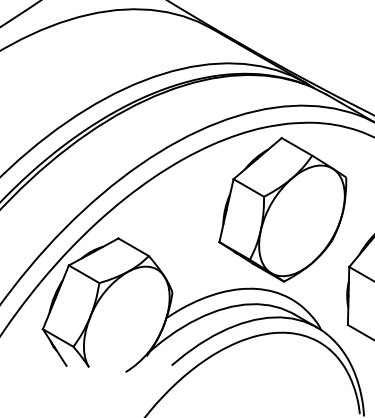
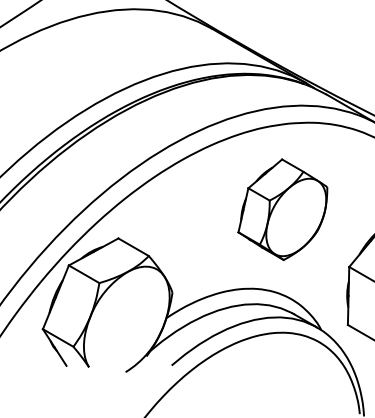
part at (282, 209) size: 130x147 px -> 92x103 px
